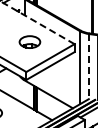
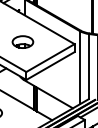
line at (37, 22): dashed -> solid
part at (29, 41) position: (29, 41) -> (22, 41)
line at (89, 66): dashed -> solid
